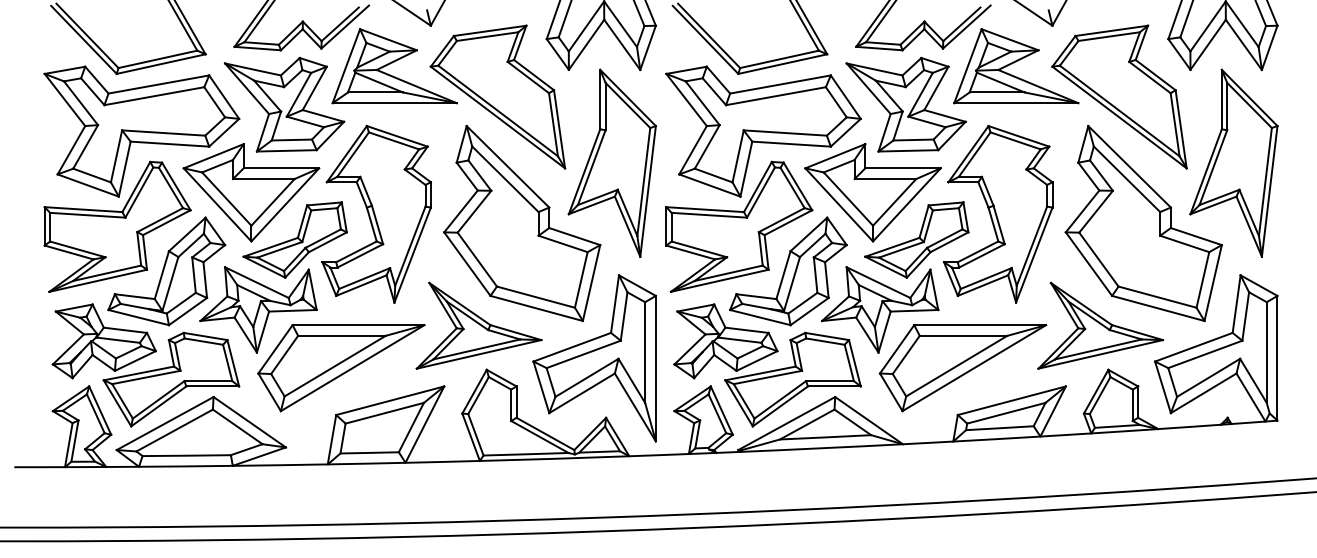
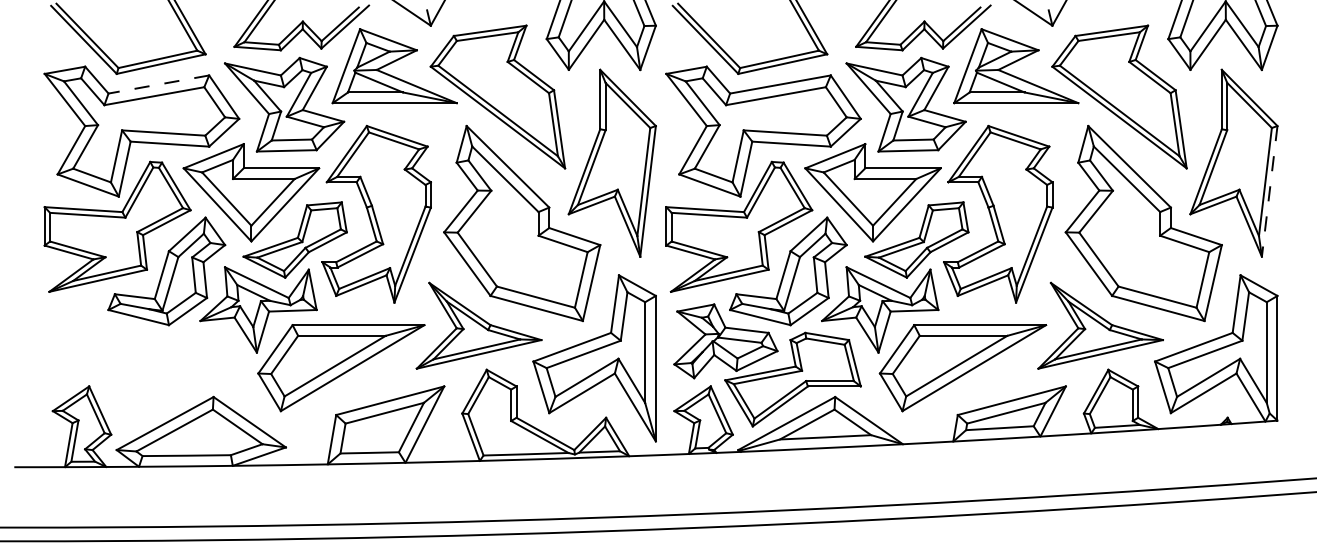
line at (158, 84): solid -> dashed
line at (1269, 191): solid -> dashed
part at (145, 365): present -> none
